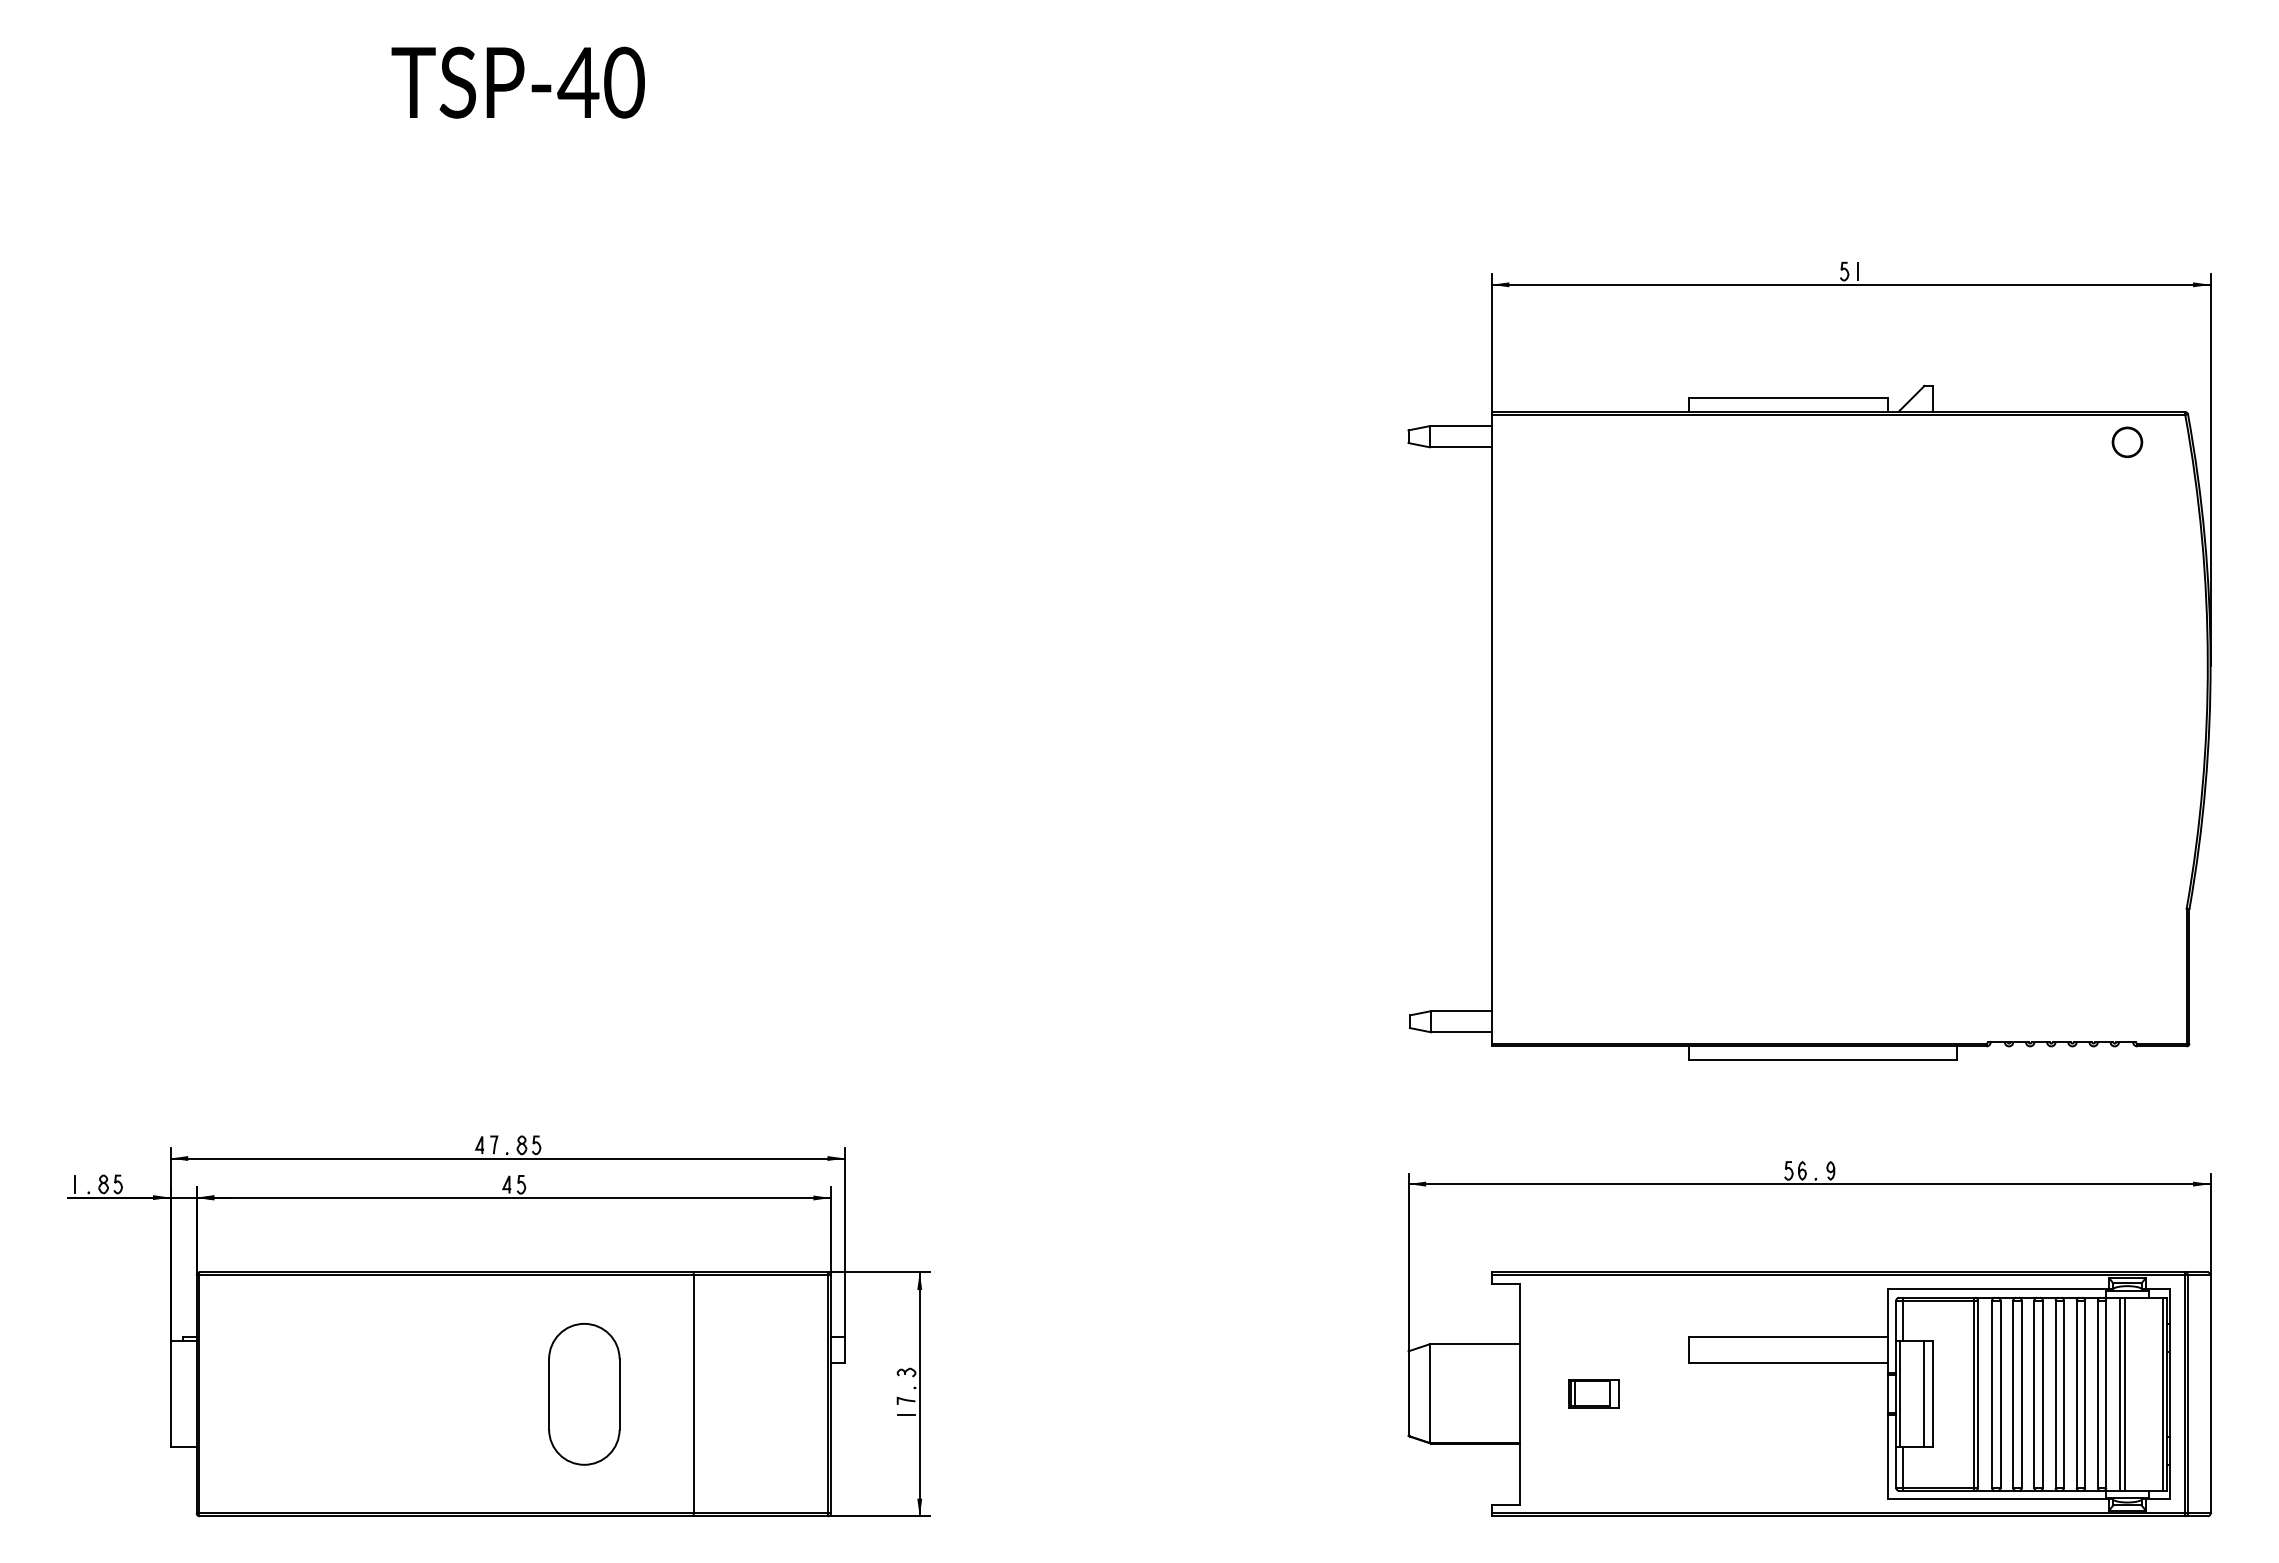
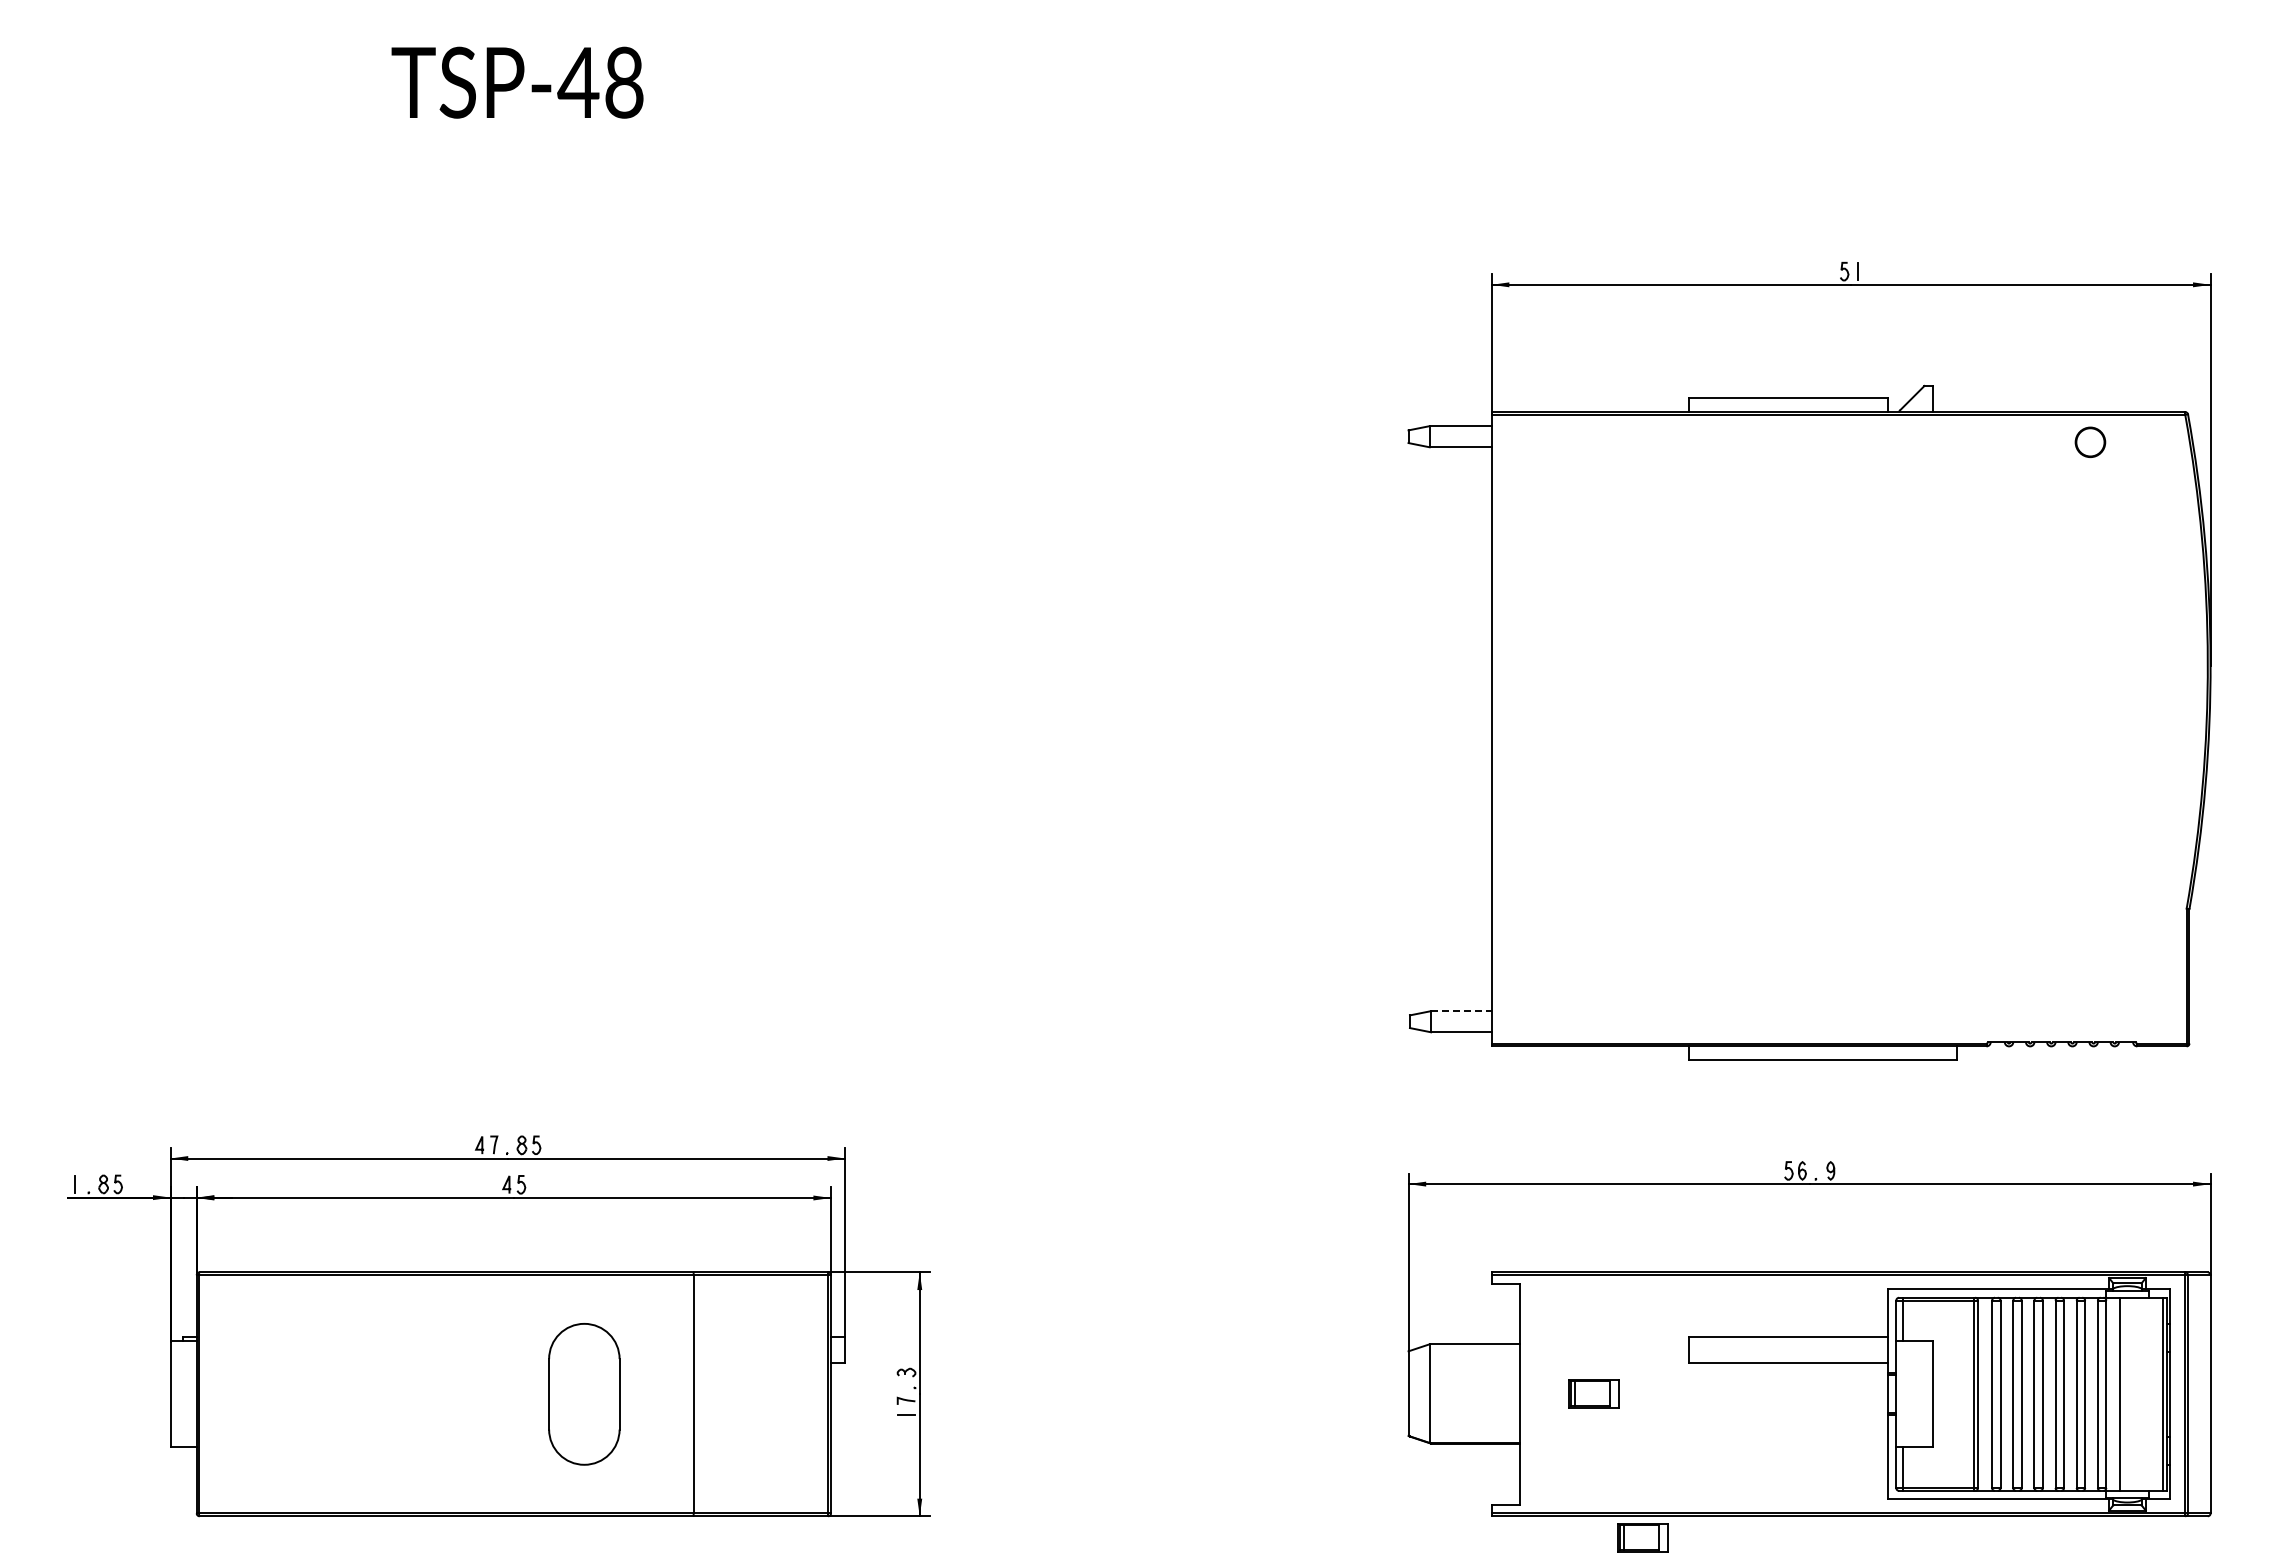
text at (624, 82): TSP-40 -> TSP-48
part at (2127, 441) position: (2127, 441) -> (2090, 441)
line at (1461, 1011): solid -> dashed
line at (2124, 1393): present -> none
line at (1900, 1394): present -> none
line at (1924, 1394): present -> none
part at (1642, 1537): none -> present
